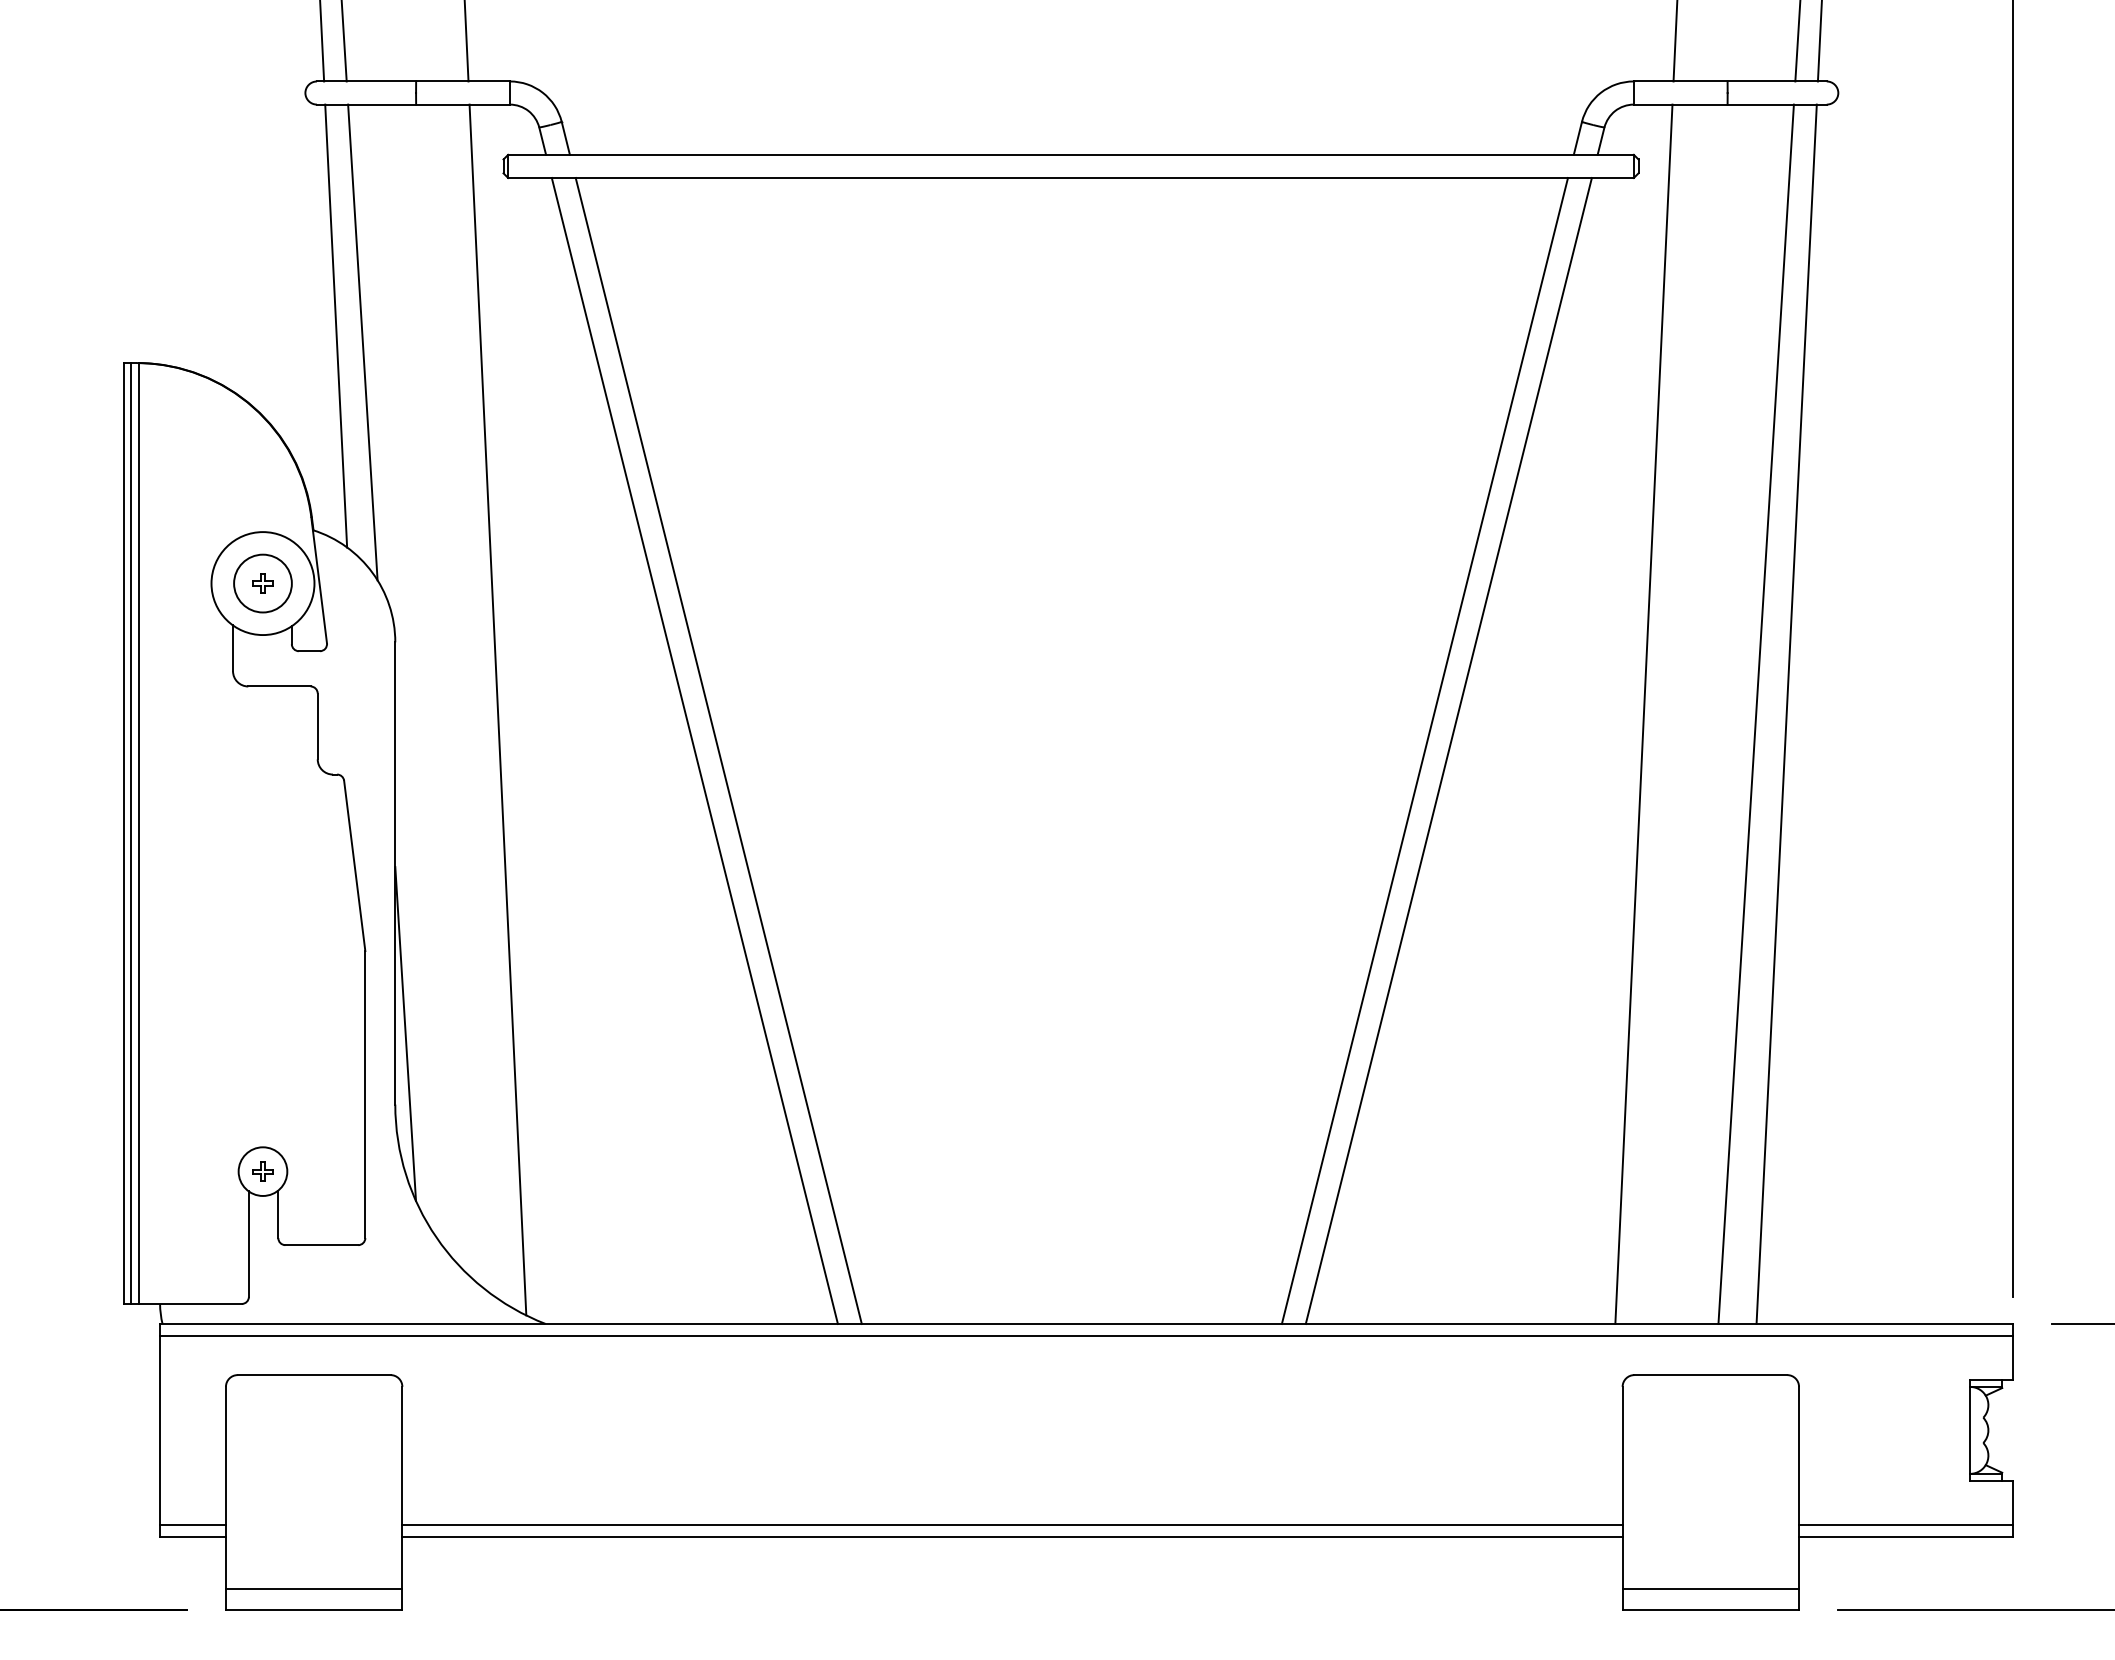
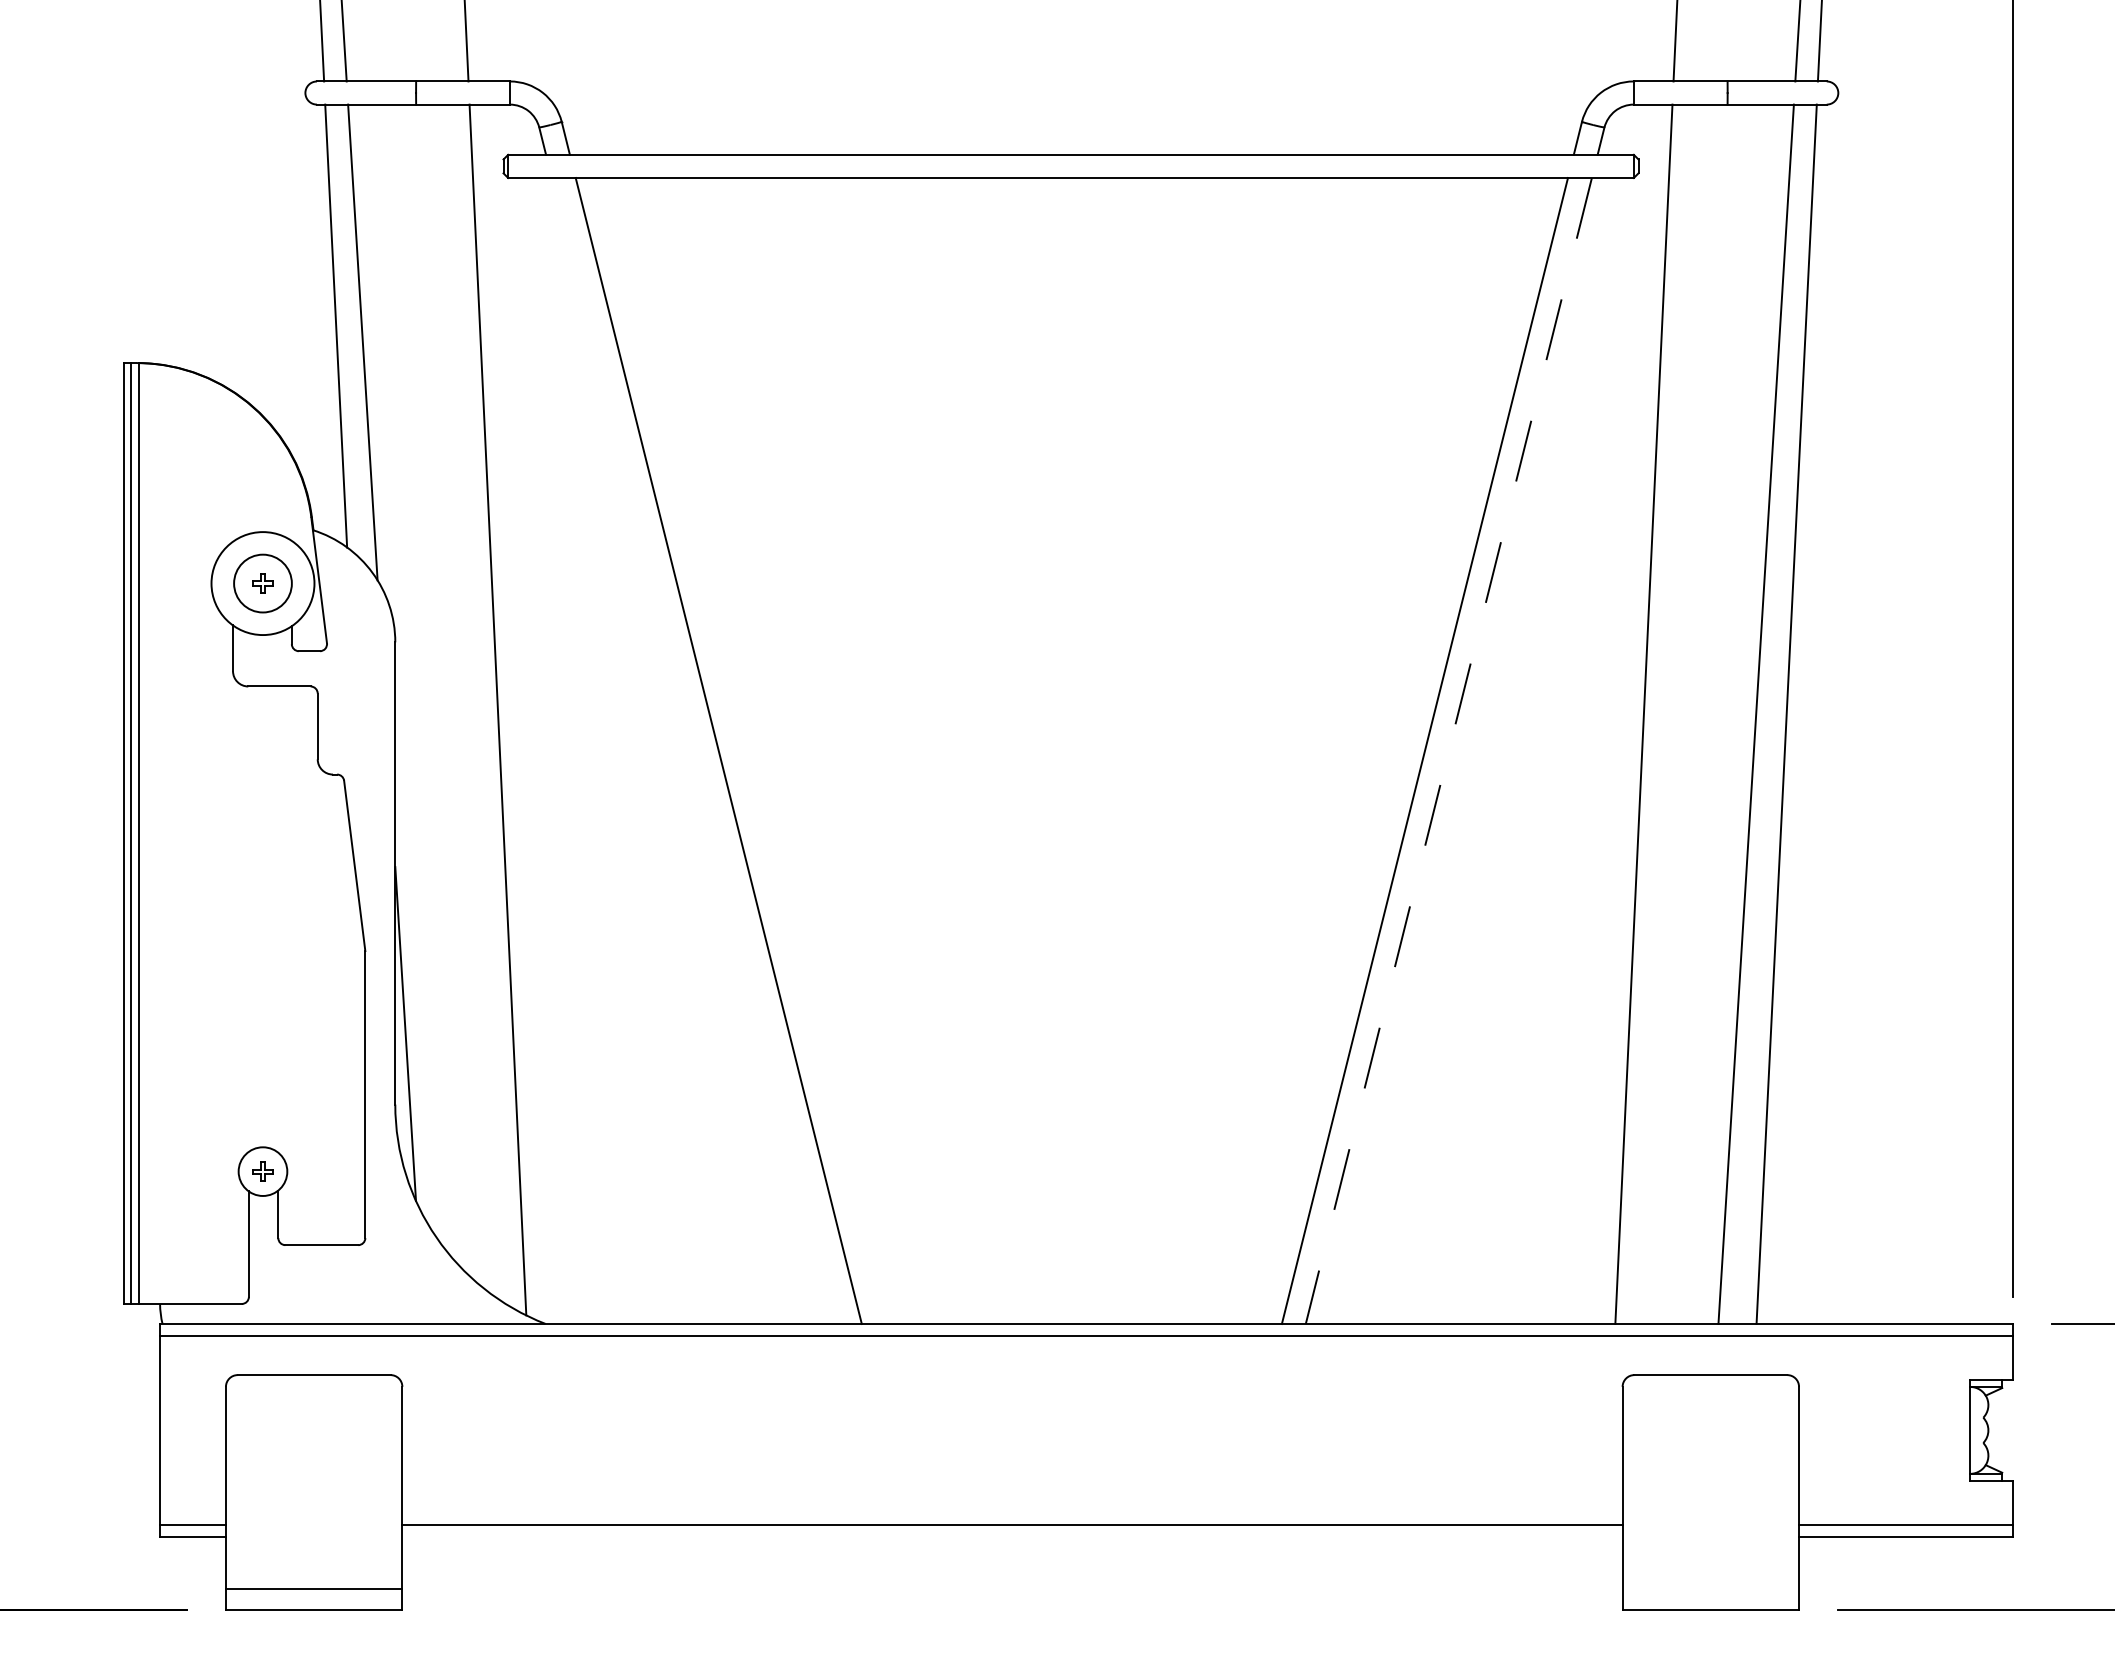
line at (694, 750): present -> none
line at (1448, 750): solid -> dashed
line at (1012, 1536): present -> none
line at (1710, 1589): present -> none
